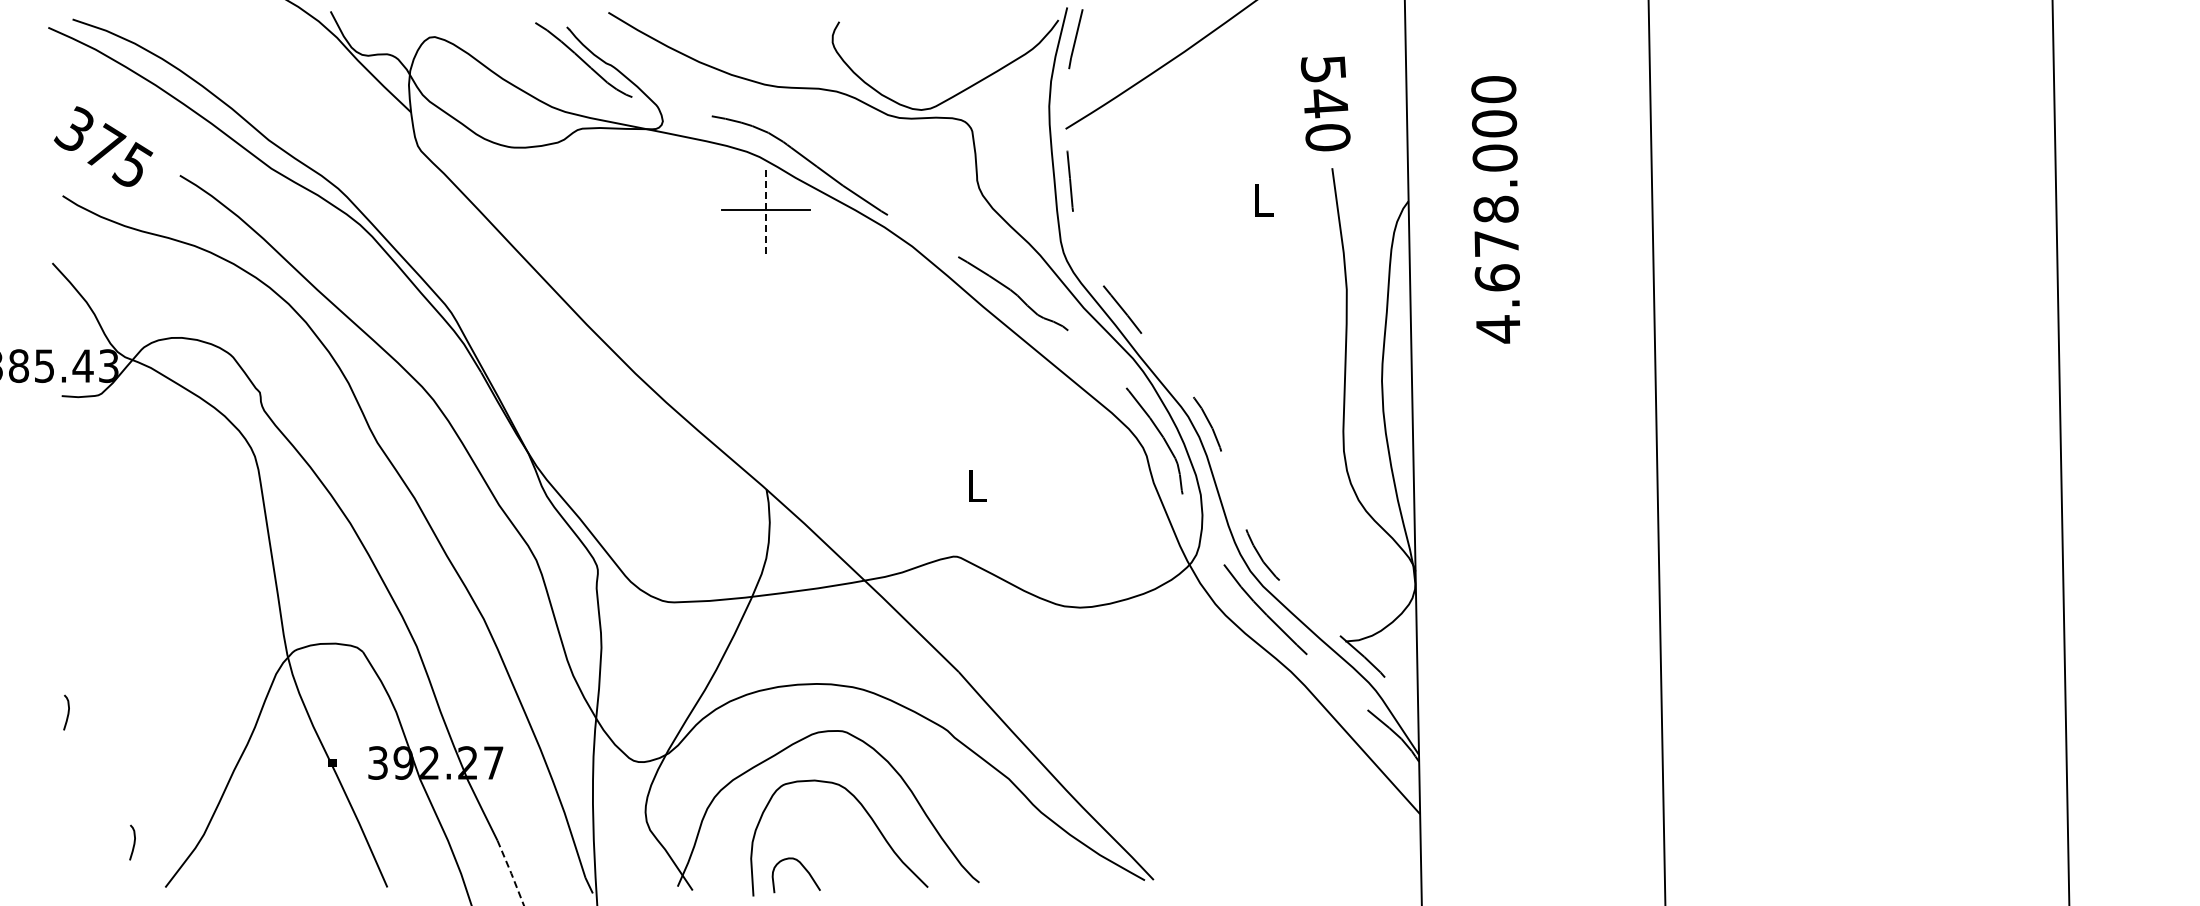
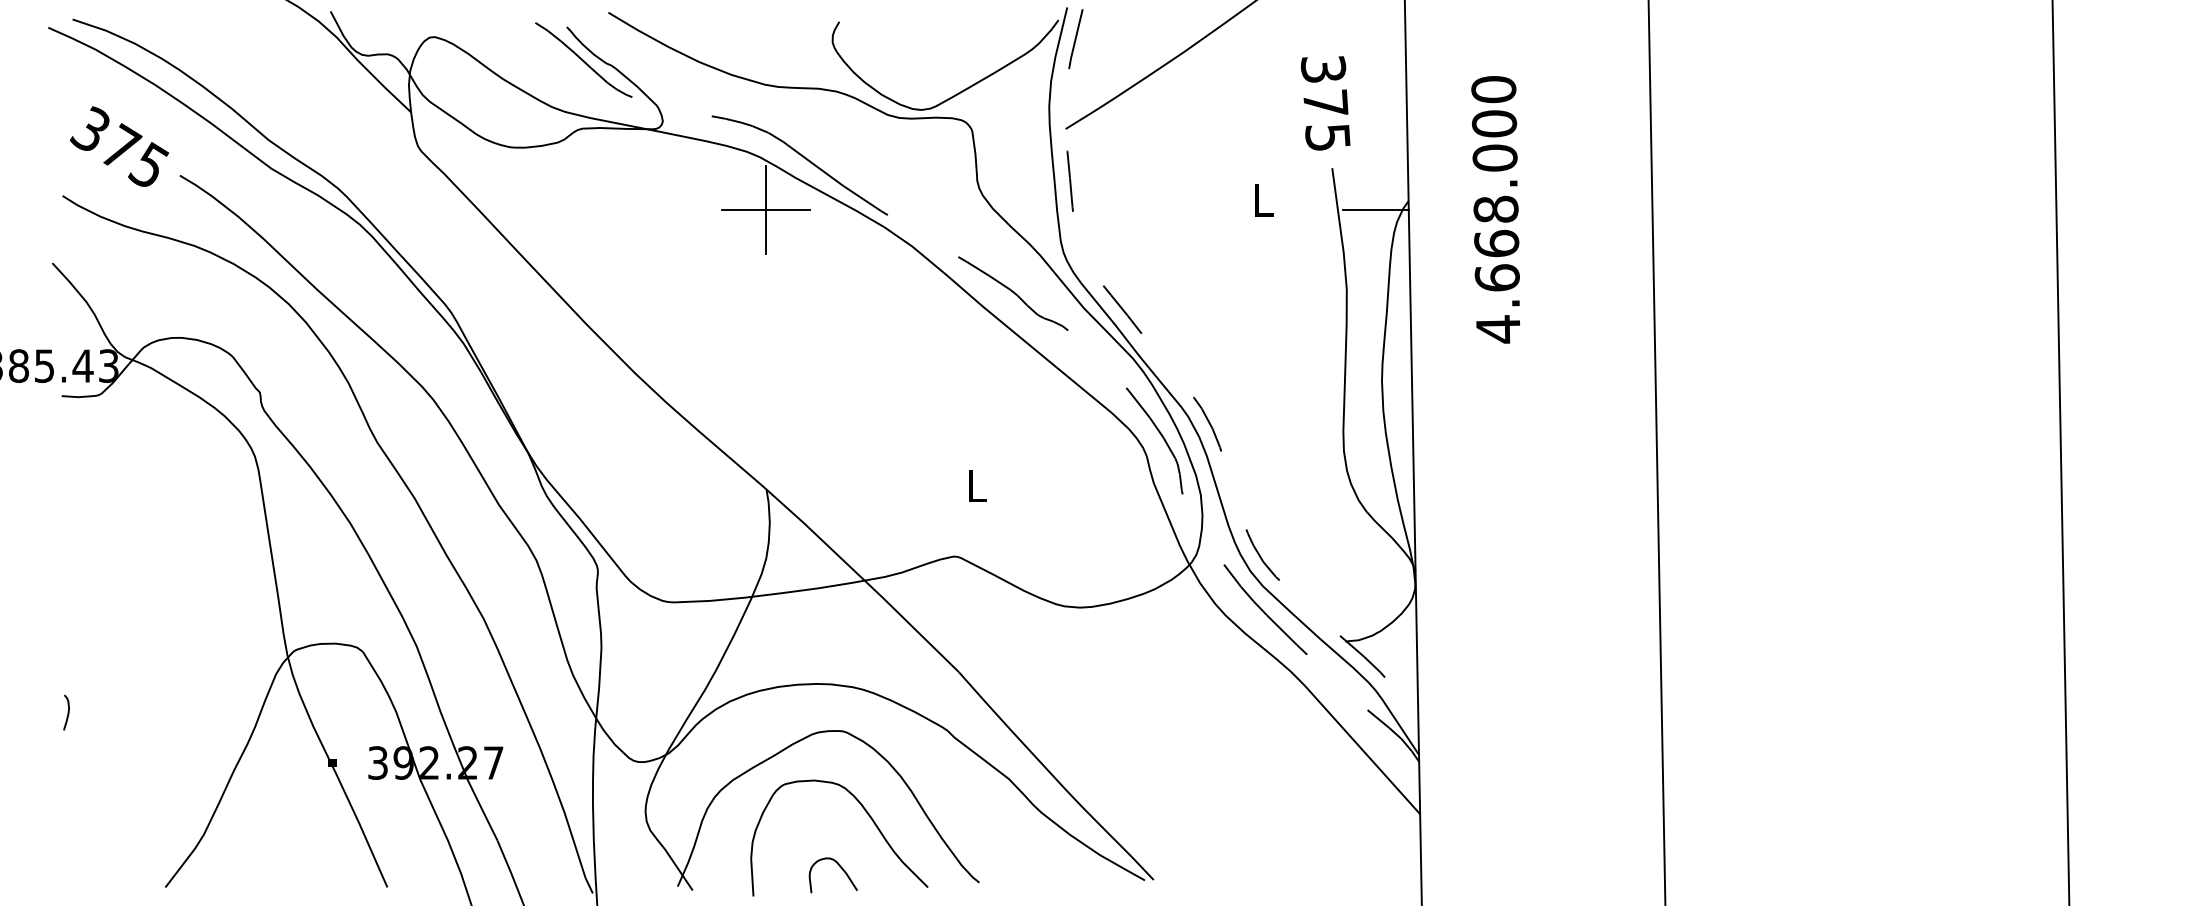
text at (1325, 103): 540 -> 375
text at (103, 146) position: (103, 146) -> (119, 146)
line at (765, 209): dashed -> solid
line at (1375, 209): none -> present
text at (1496, 243): 4.678.000 -> 4.668.000
curve at (133, 842): present -> none
curve at (803, 868) position: (803, 868) -> (840, 868)
line at (511, 873): dashed -> solid
